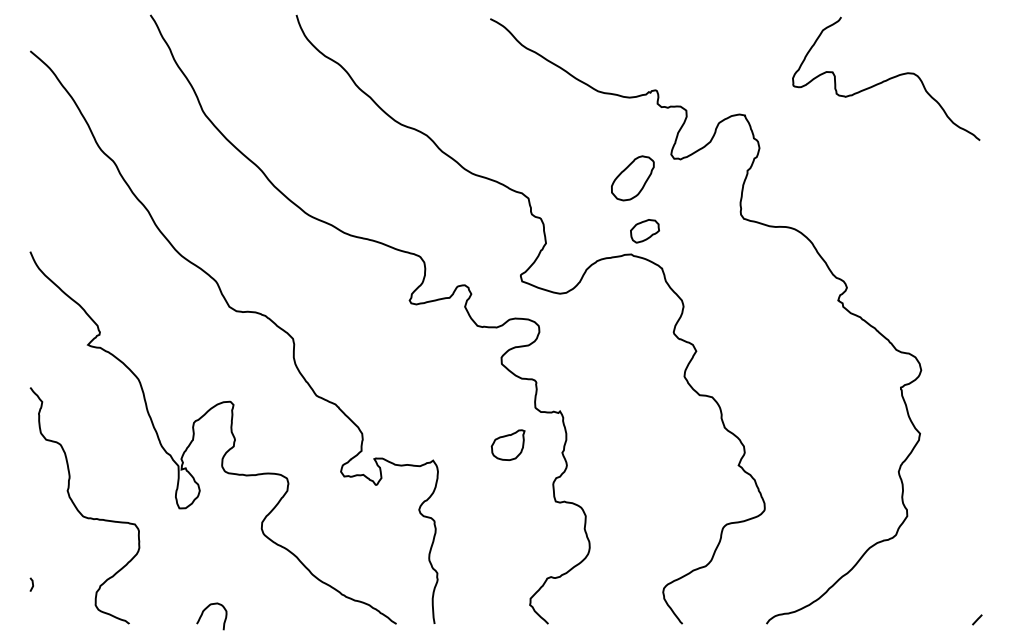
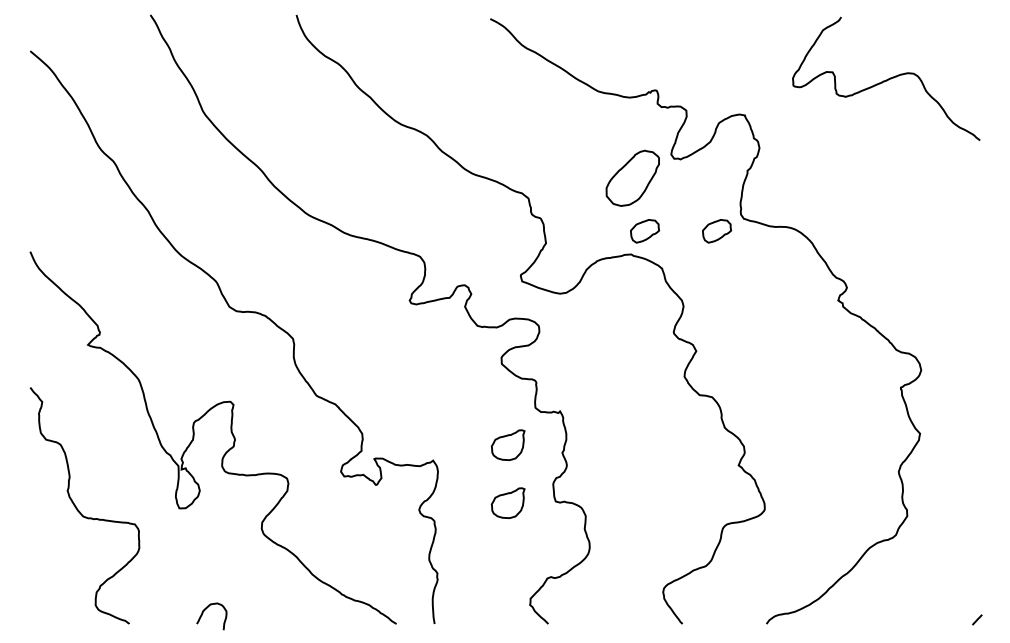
part at (632, 178) size: 44x47 px -> 55x58 px
part at (716, 231): none -> present
part at (507, 502): none -> present
curve at (32, 584): present -> none
